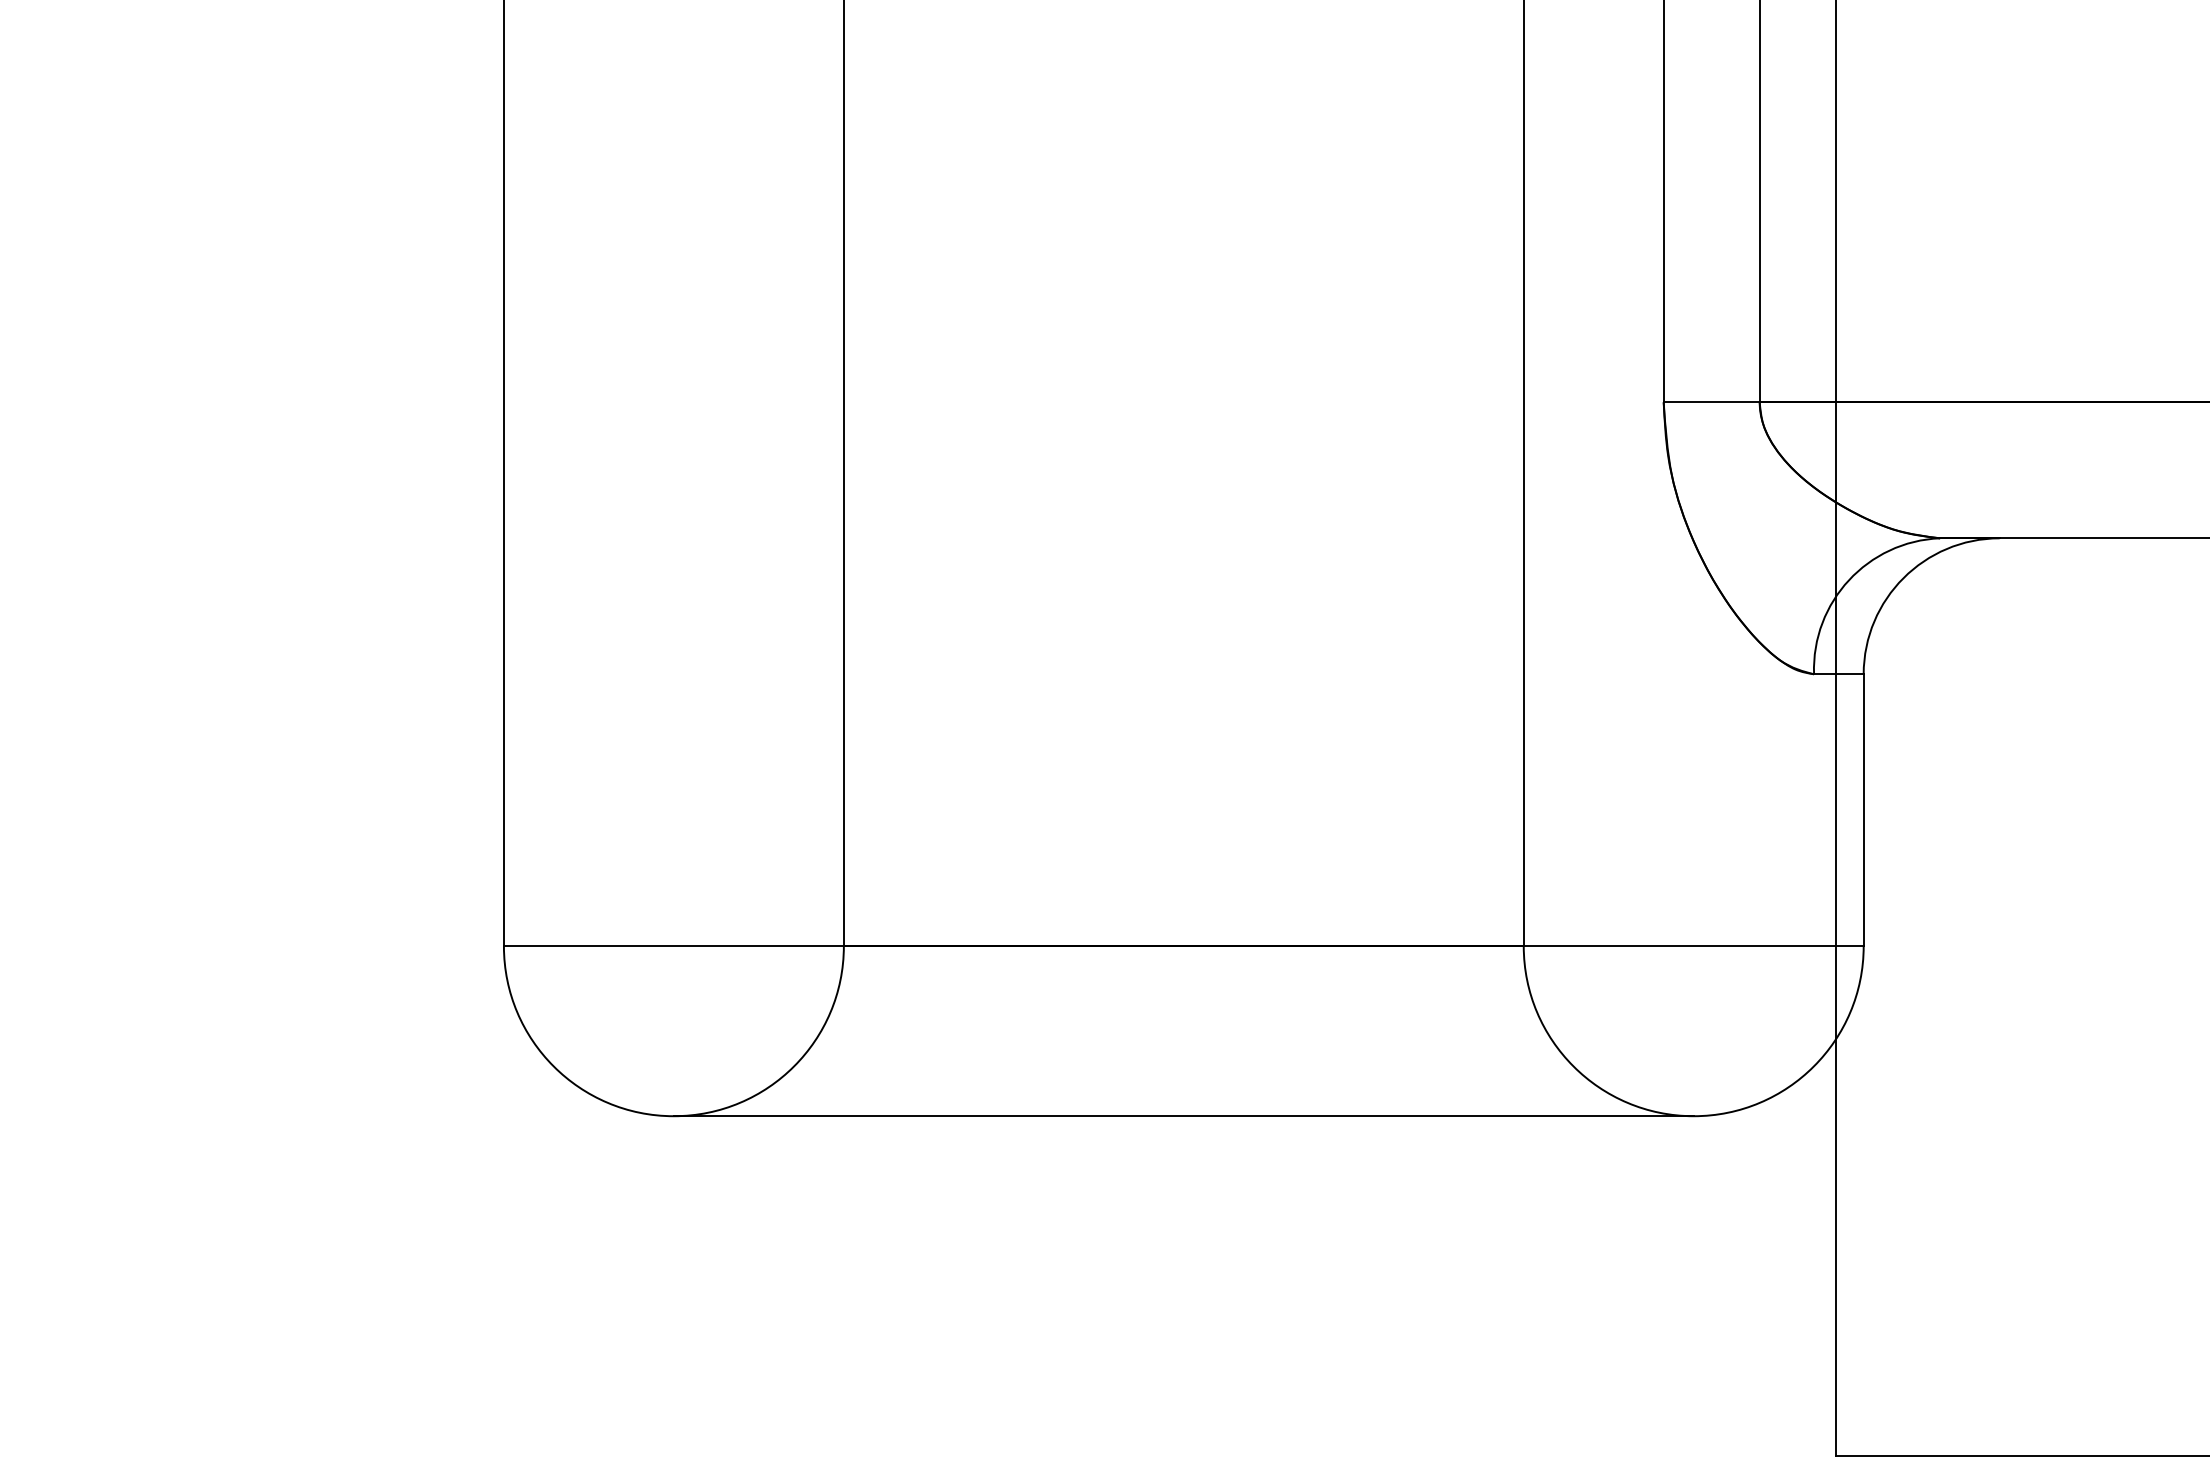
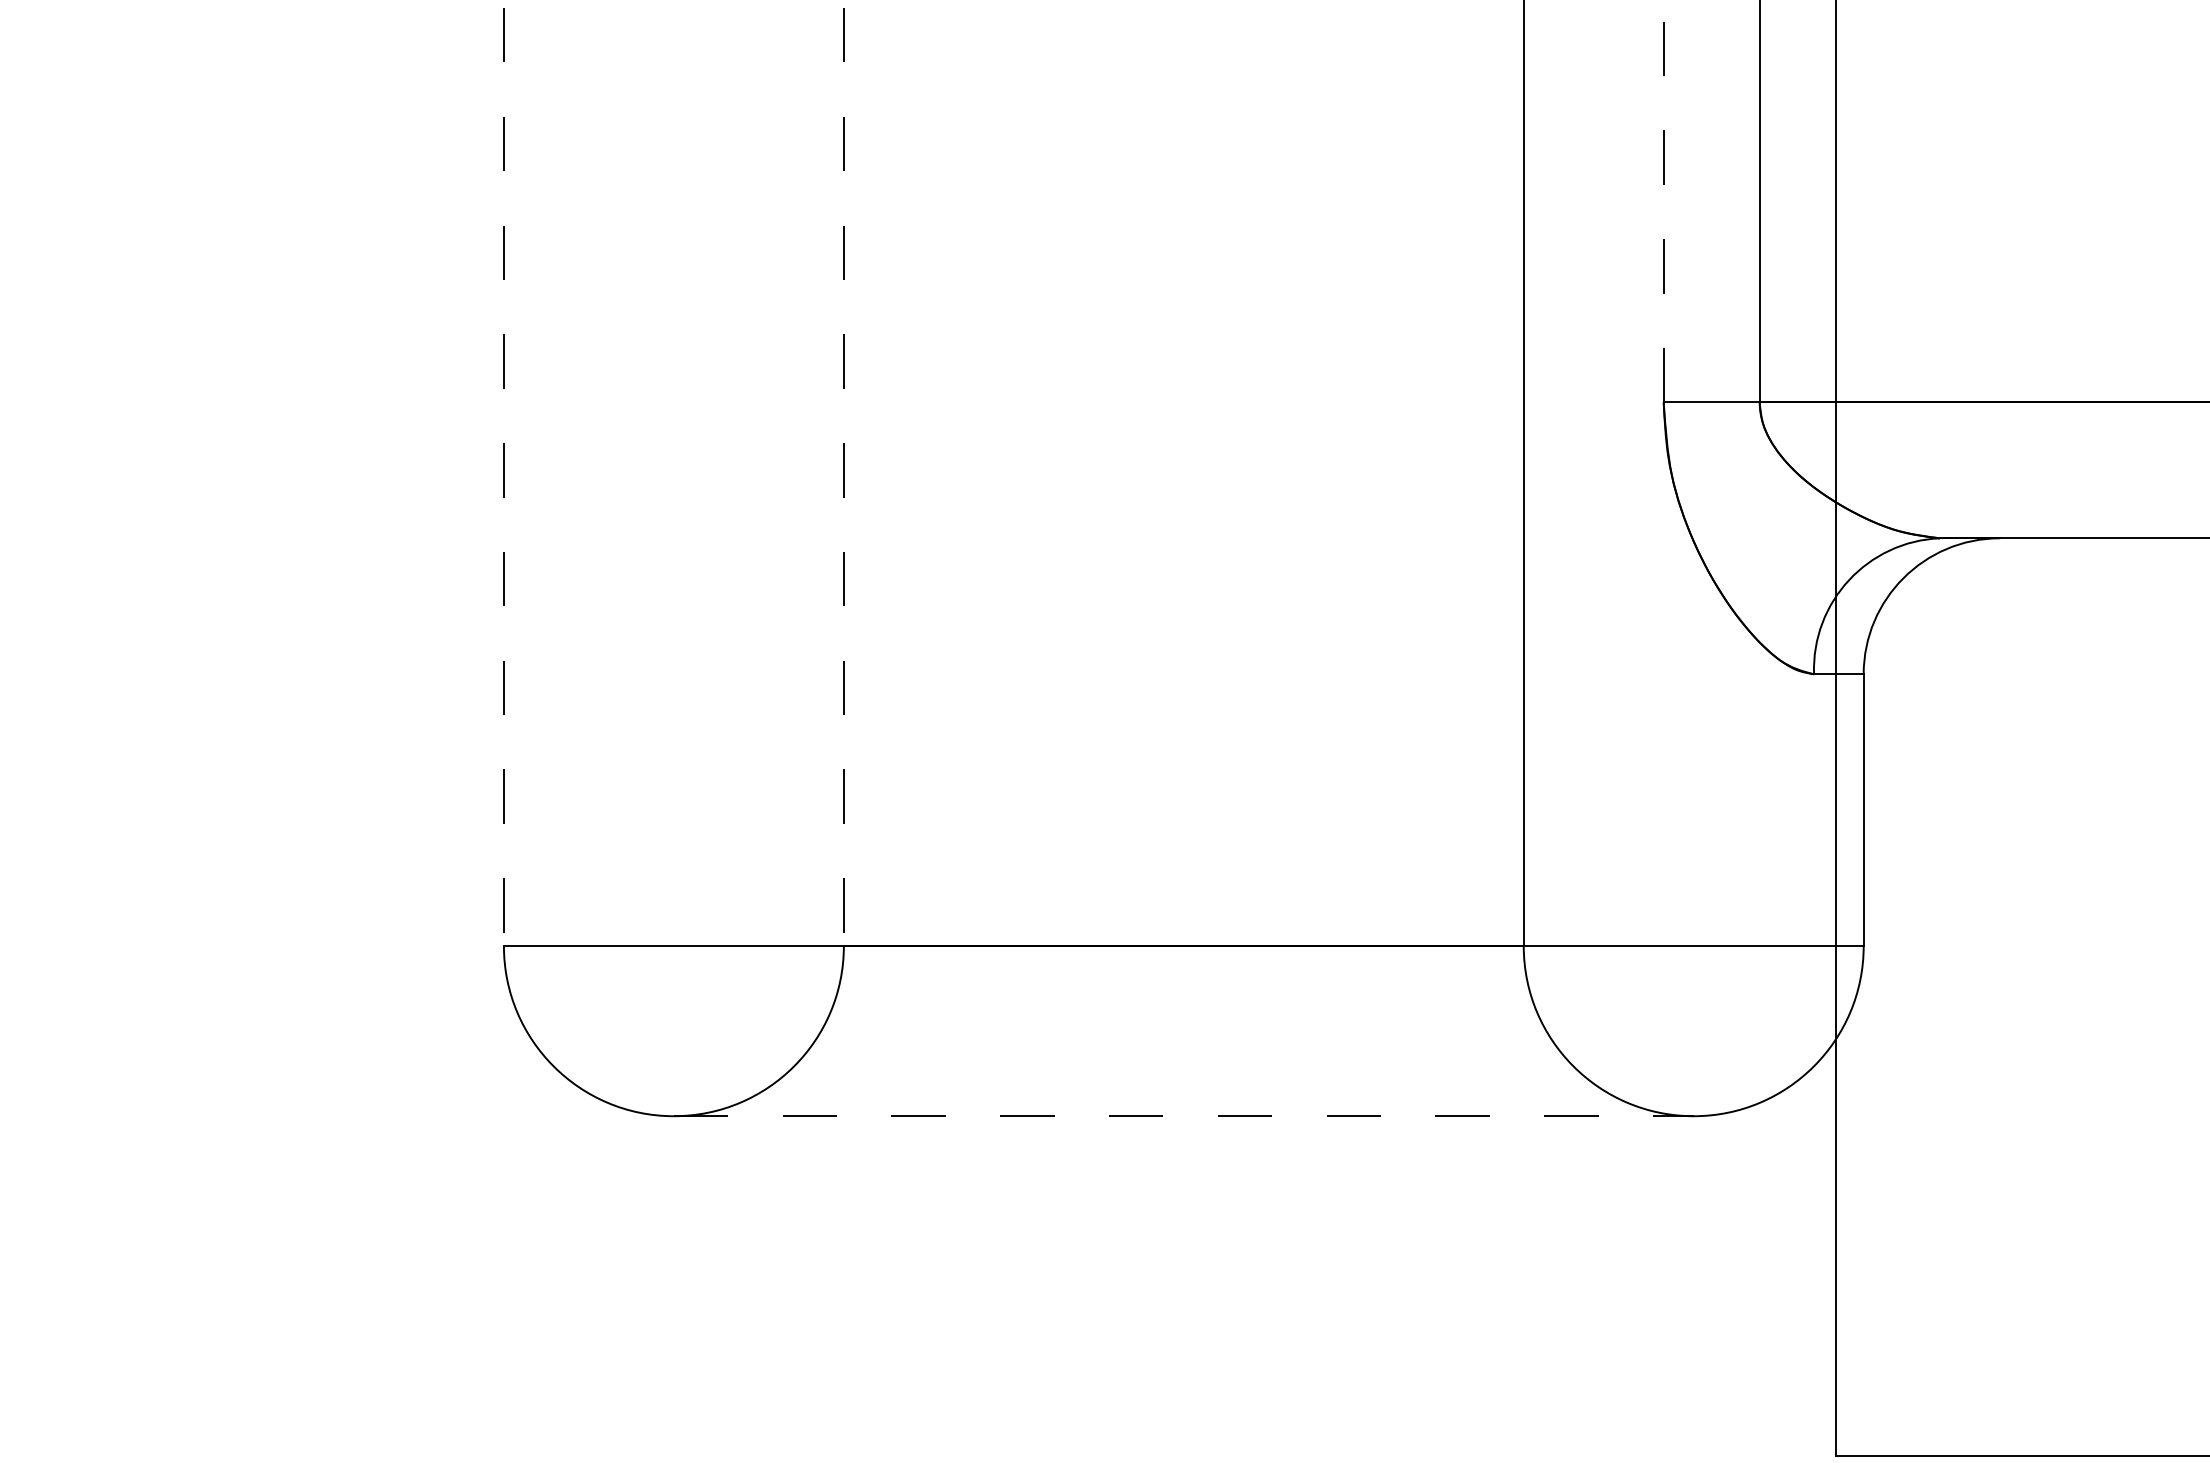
line at (1663, 201): solid -> dashed
line at (503, 473): solid -> dashed
line at (843, 473): solid -> dashed
line at (1183, 1116): solid -> dashed
